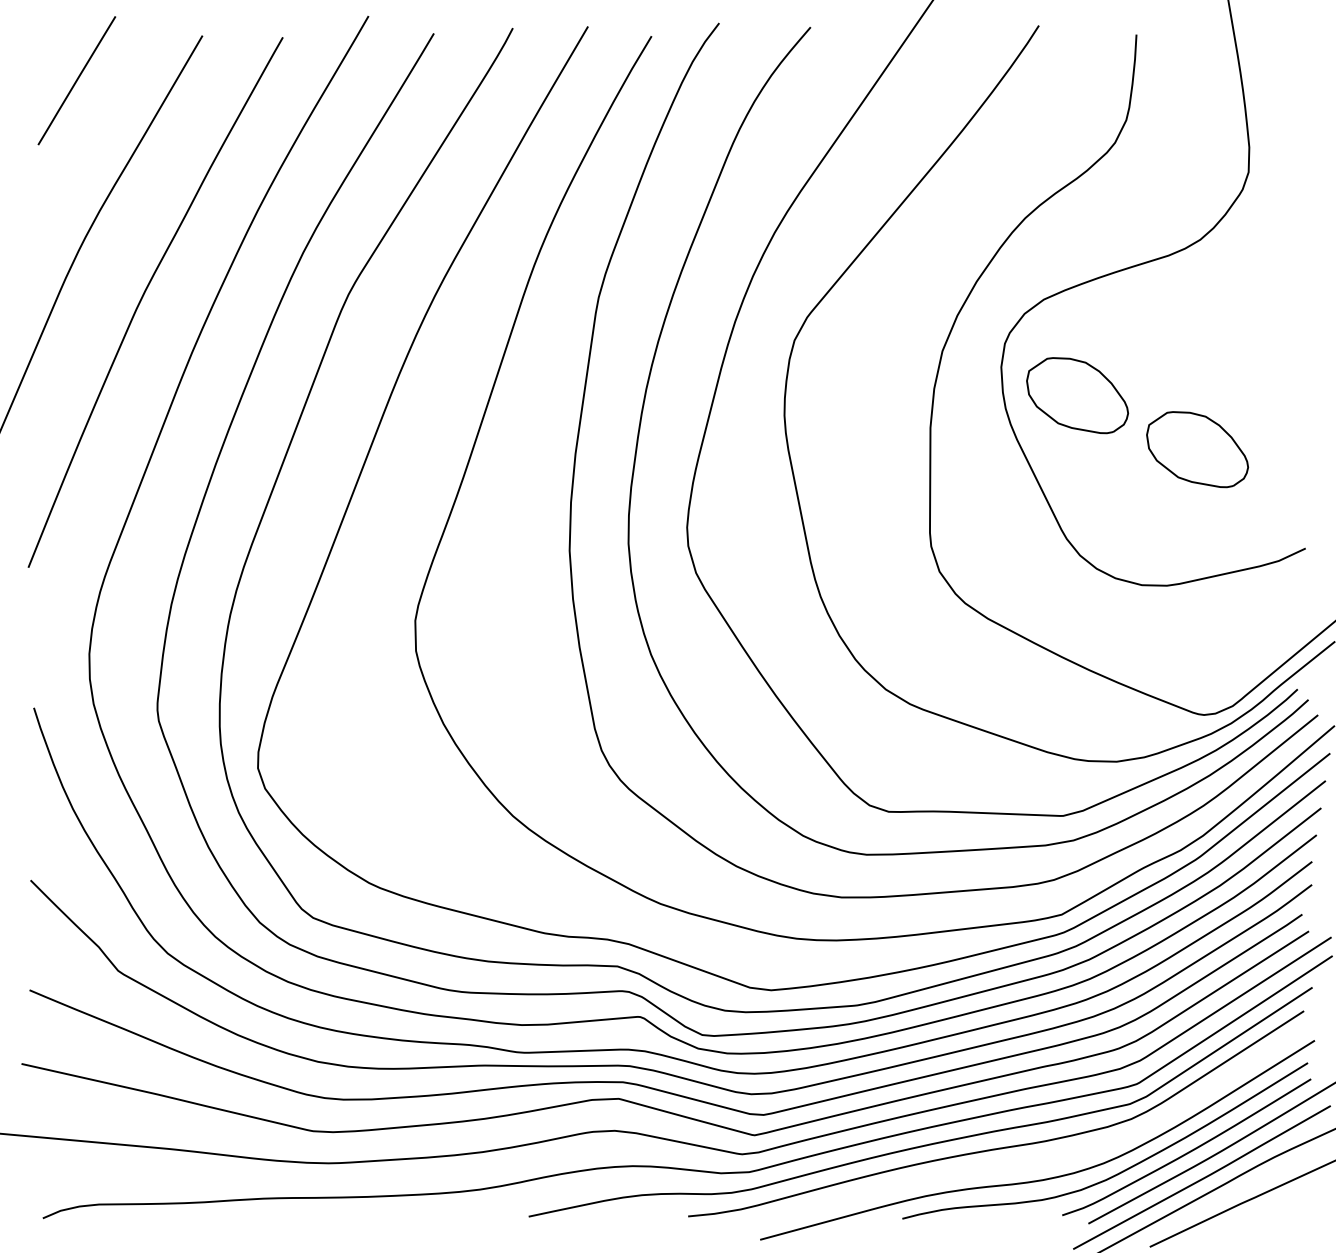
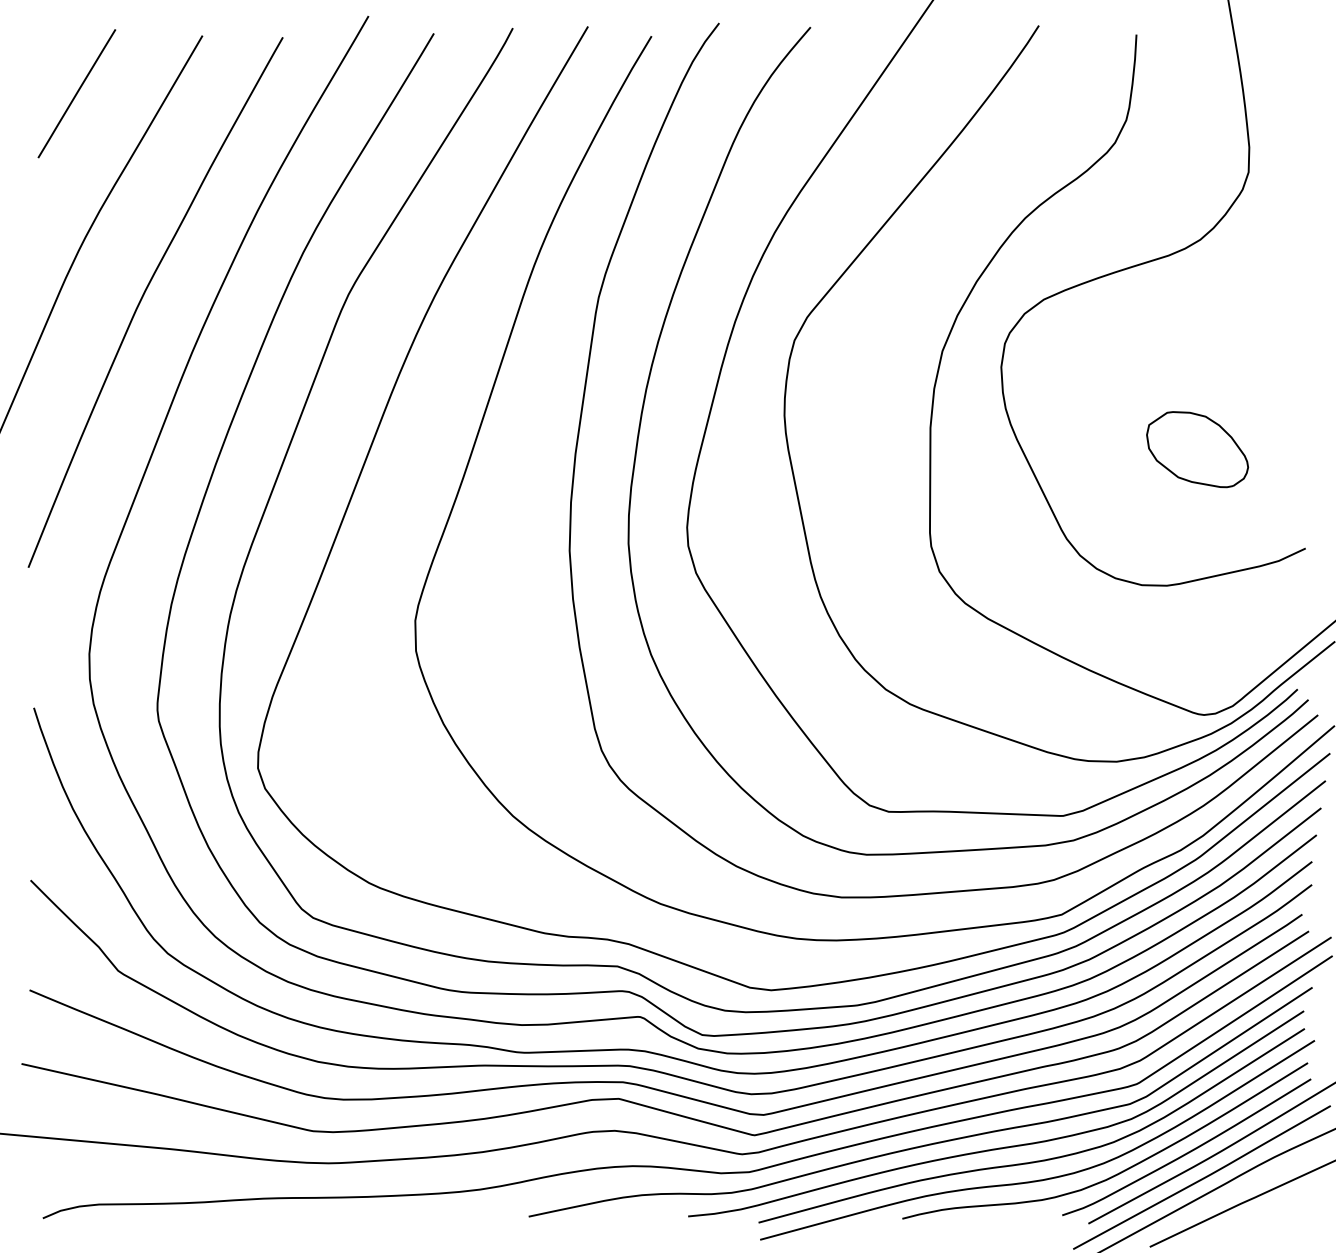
line at (76, 80) position: (76, 80) -> (76, 93)
part at (1077, 395): present -> none
curve at (1036, 1160): none -> present
